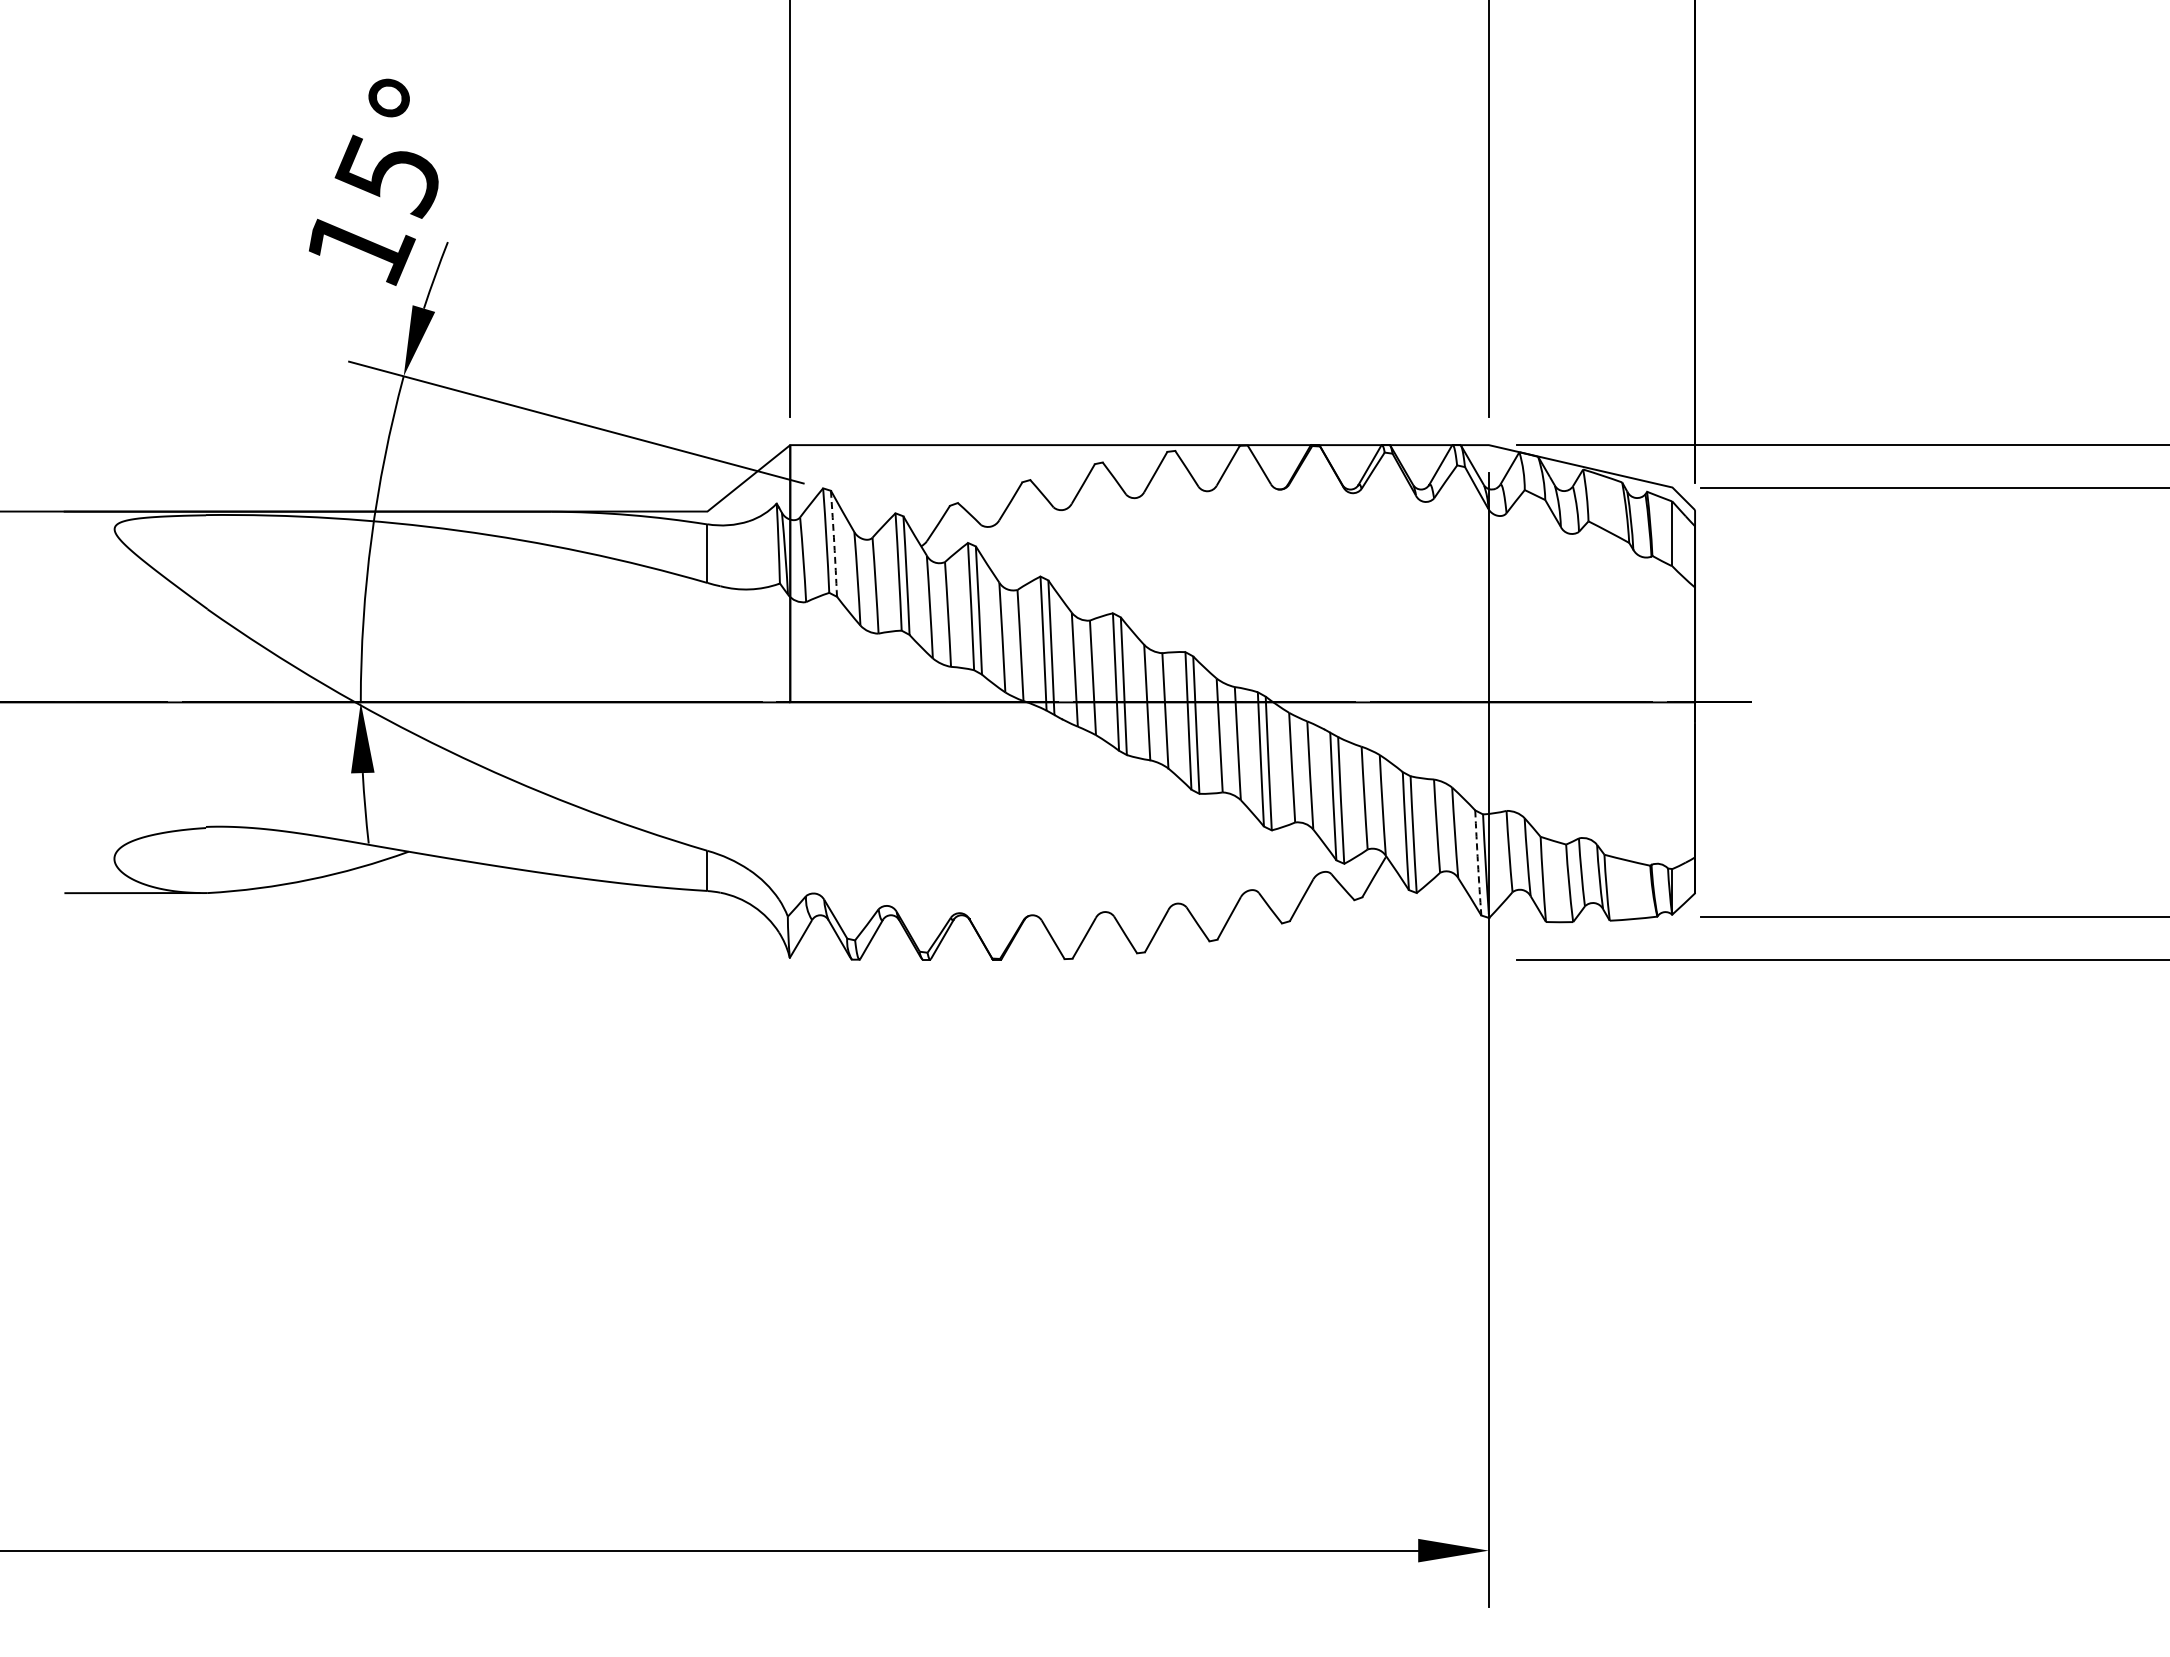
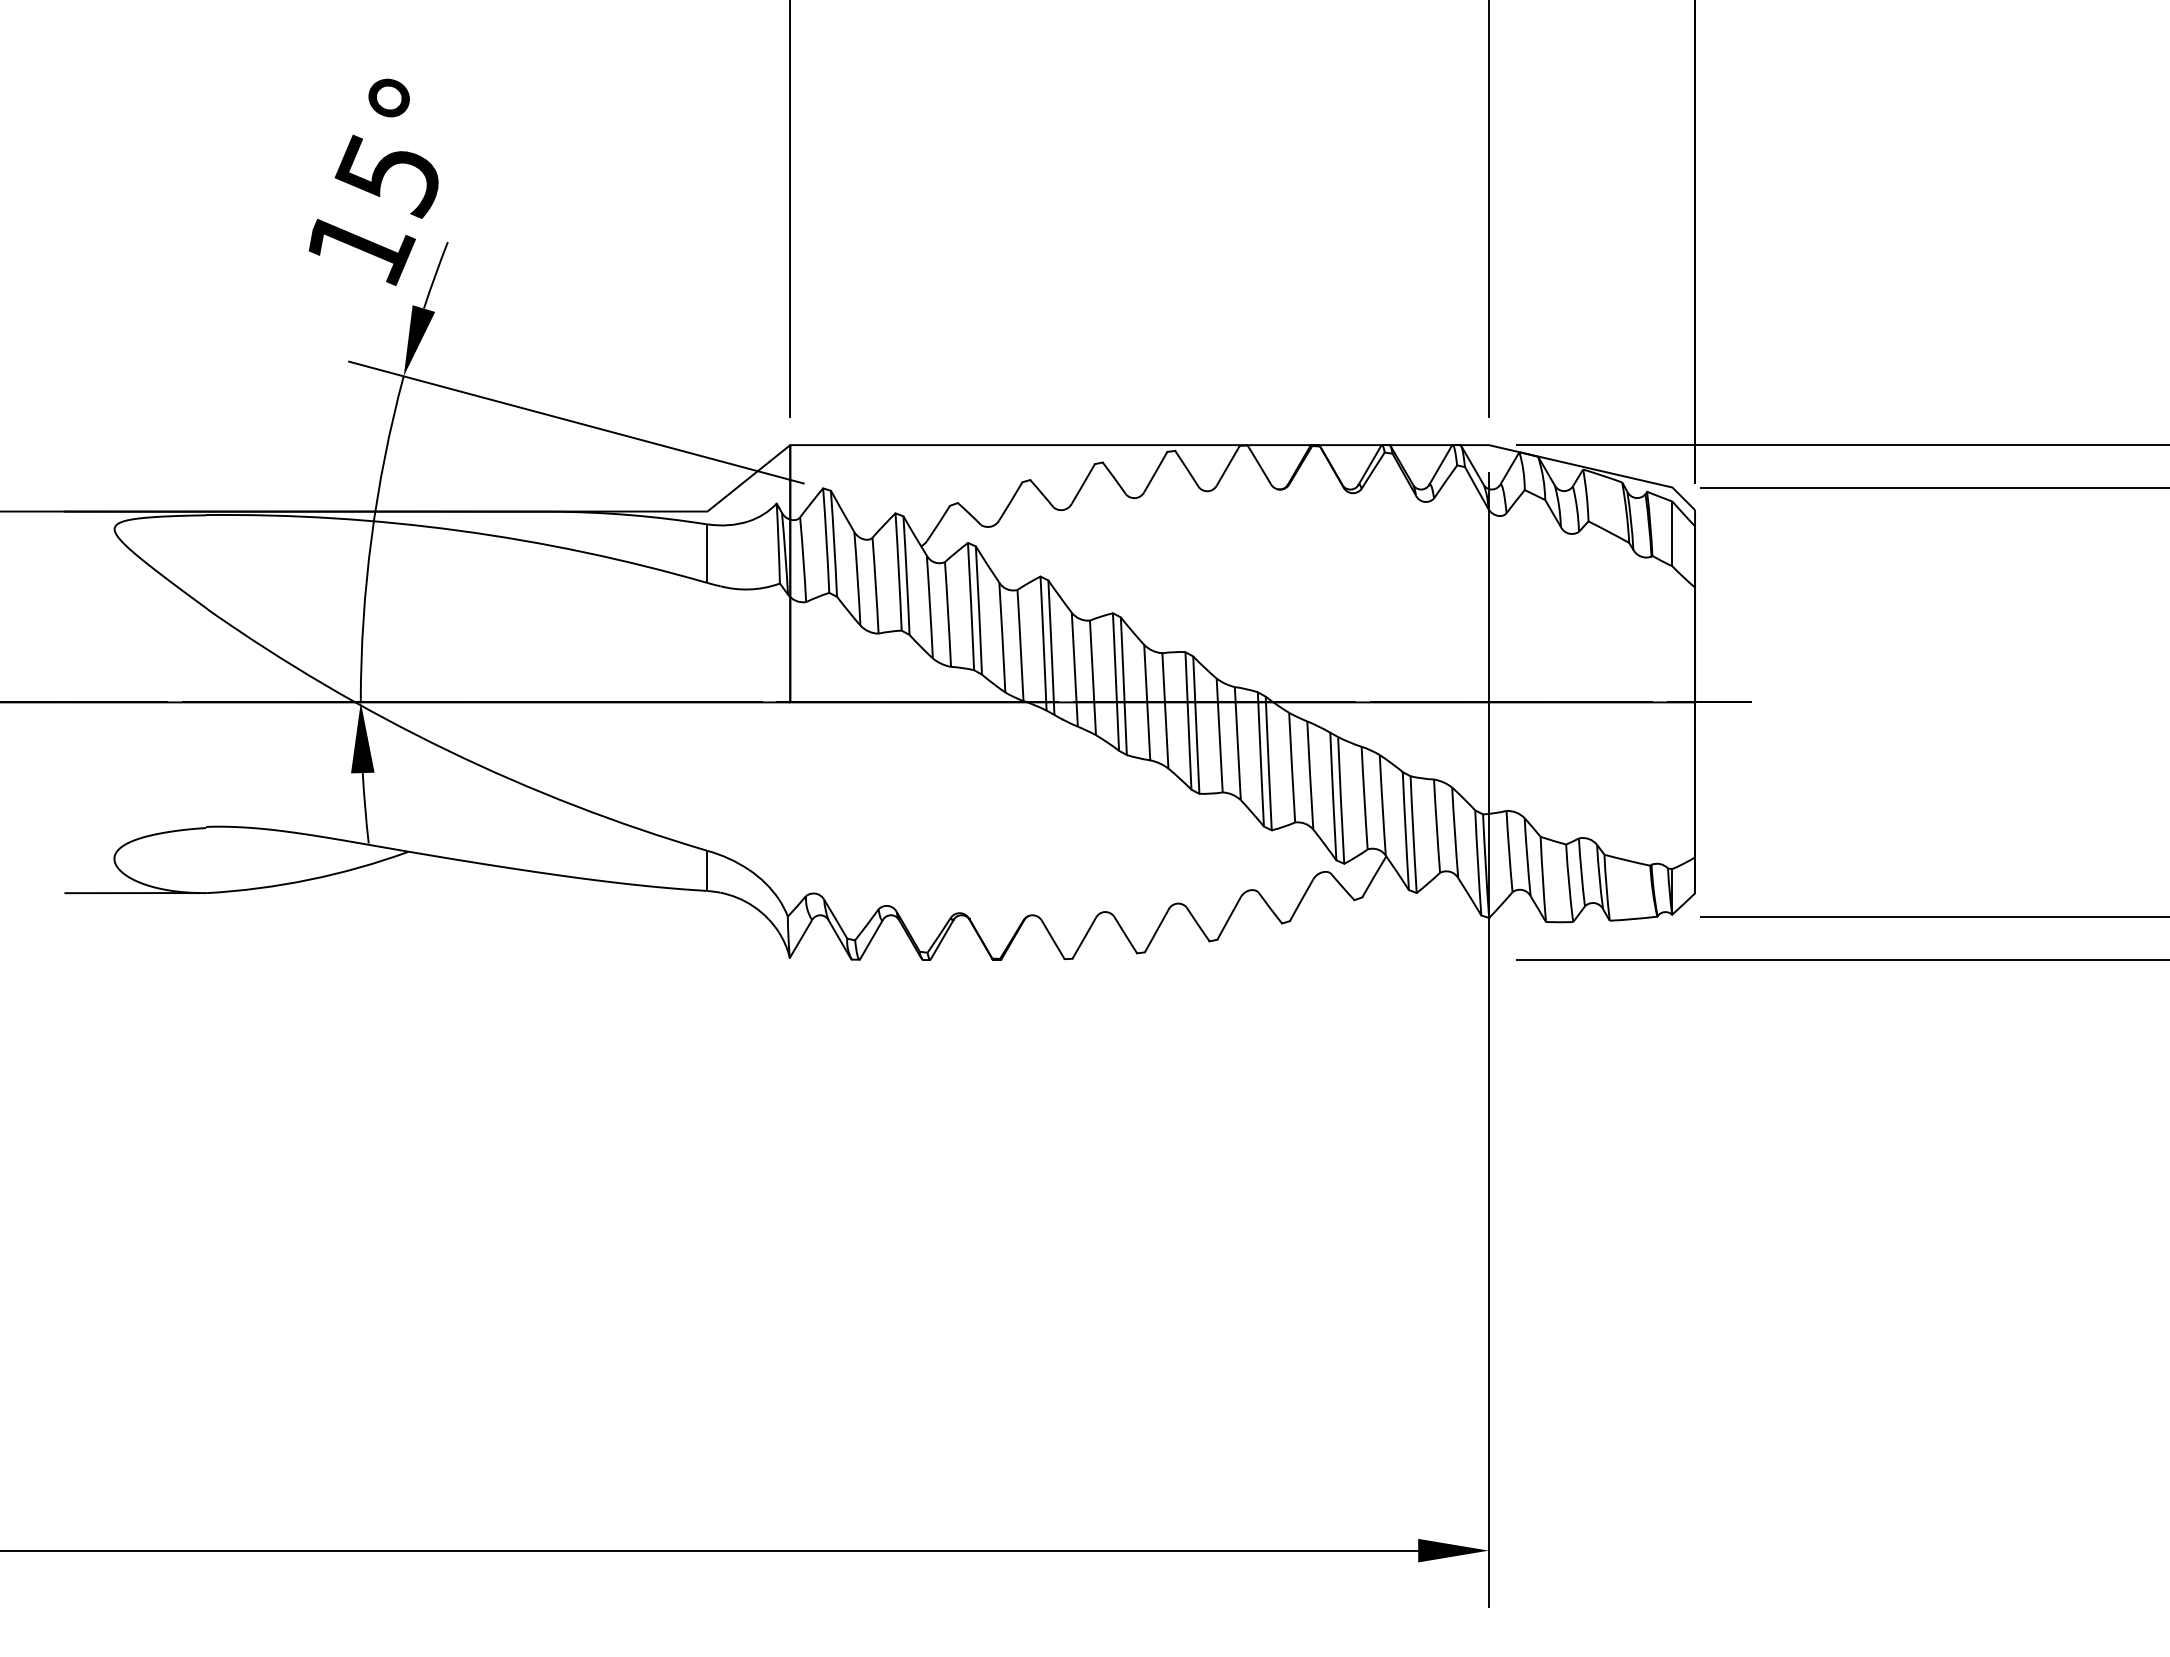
arc at (834, 543): dashed -> solid
arc at (1477, 862): dashed -> solid
